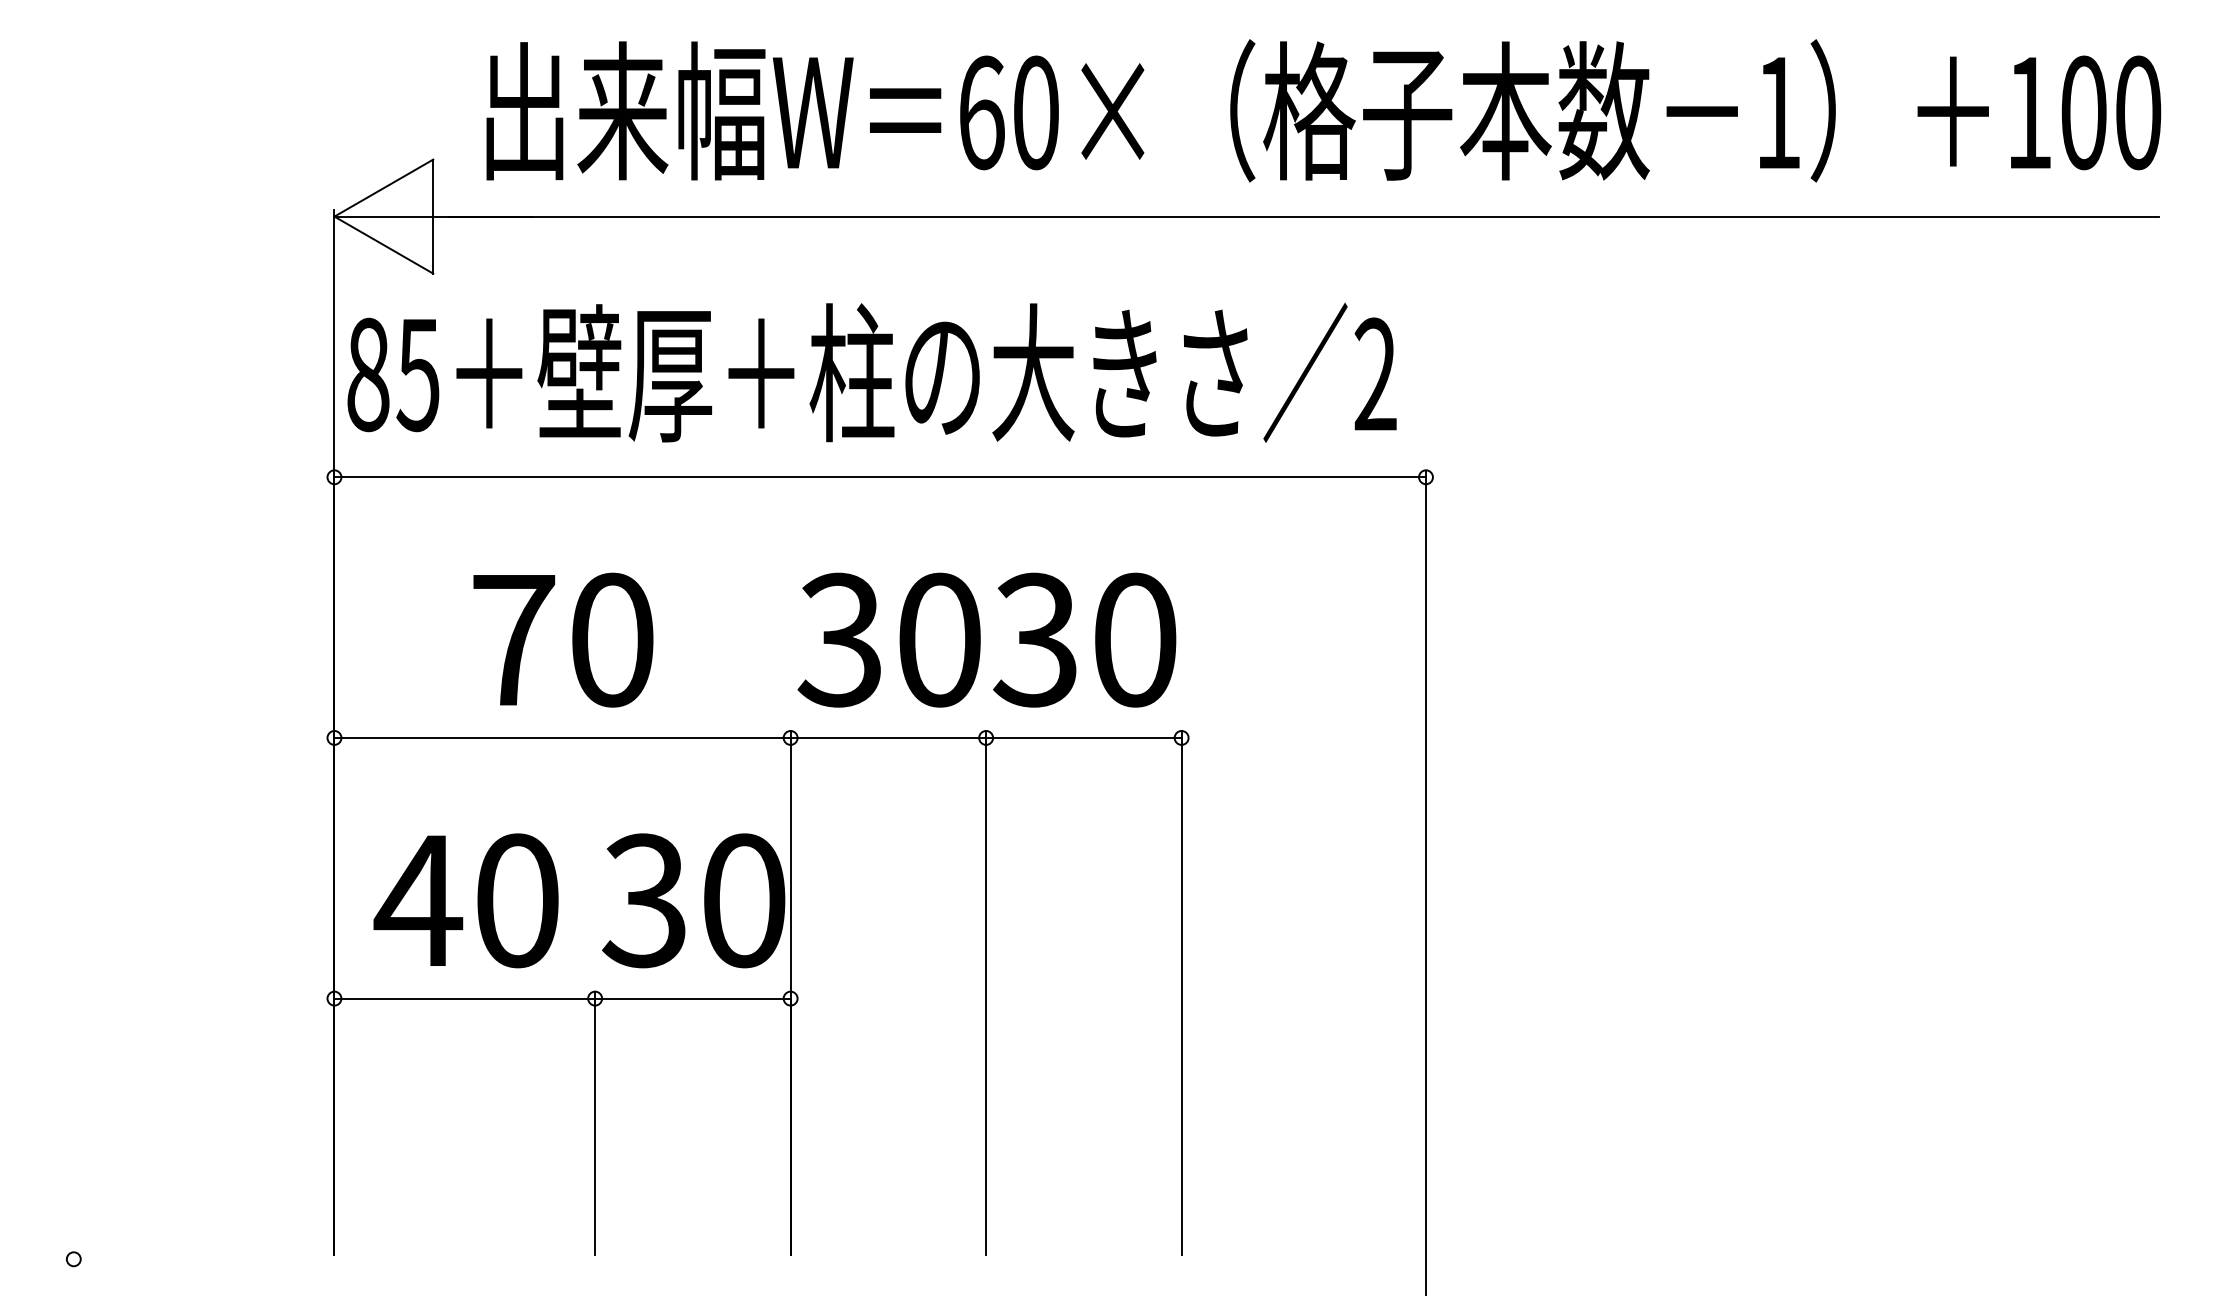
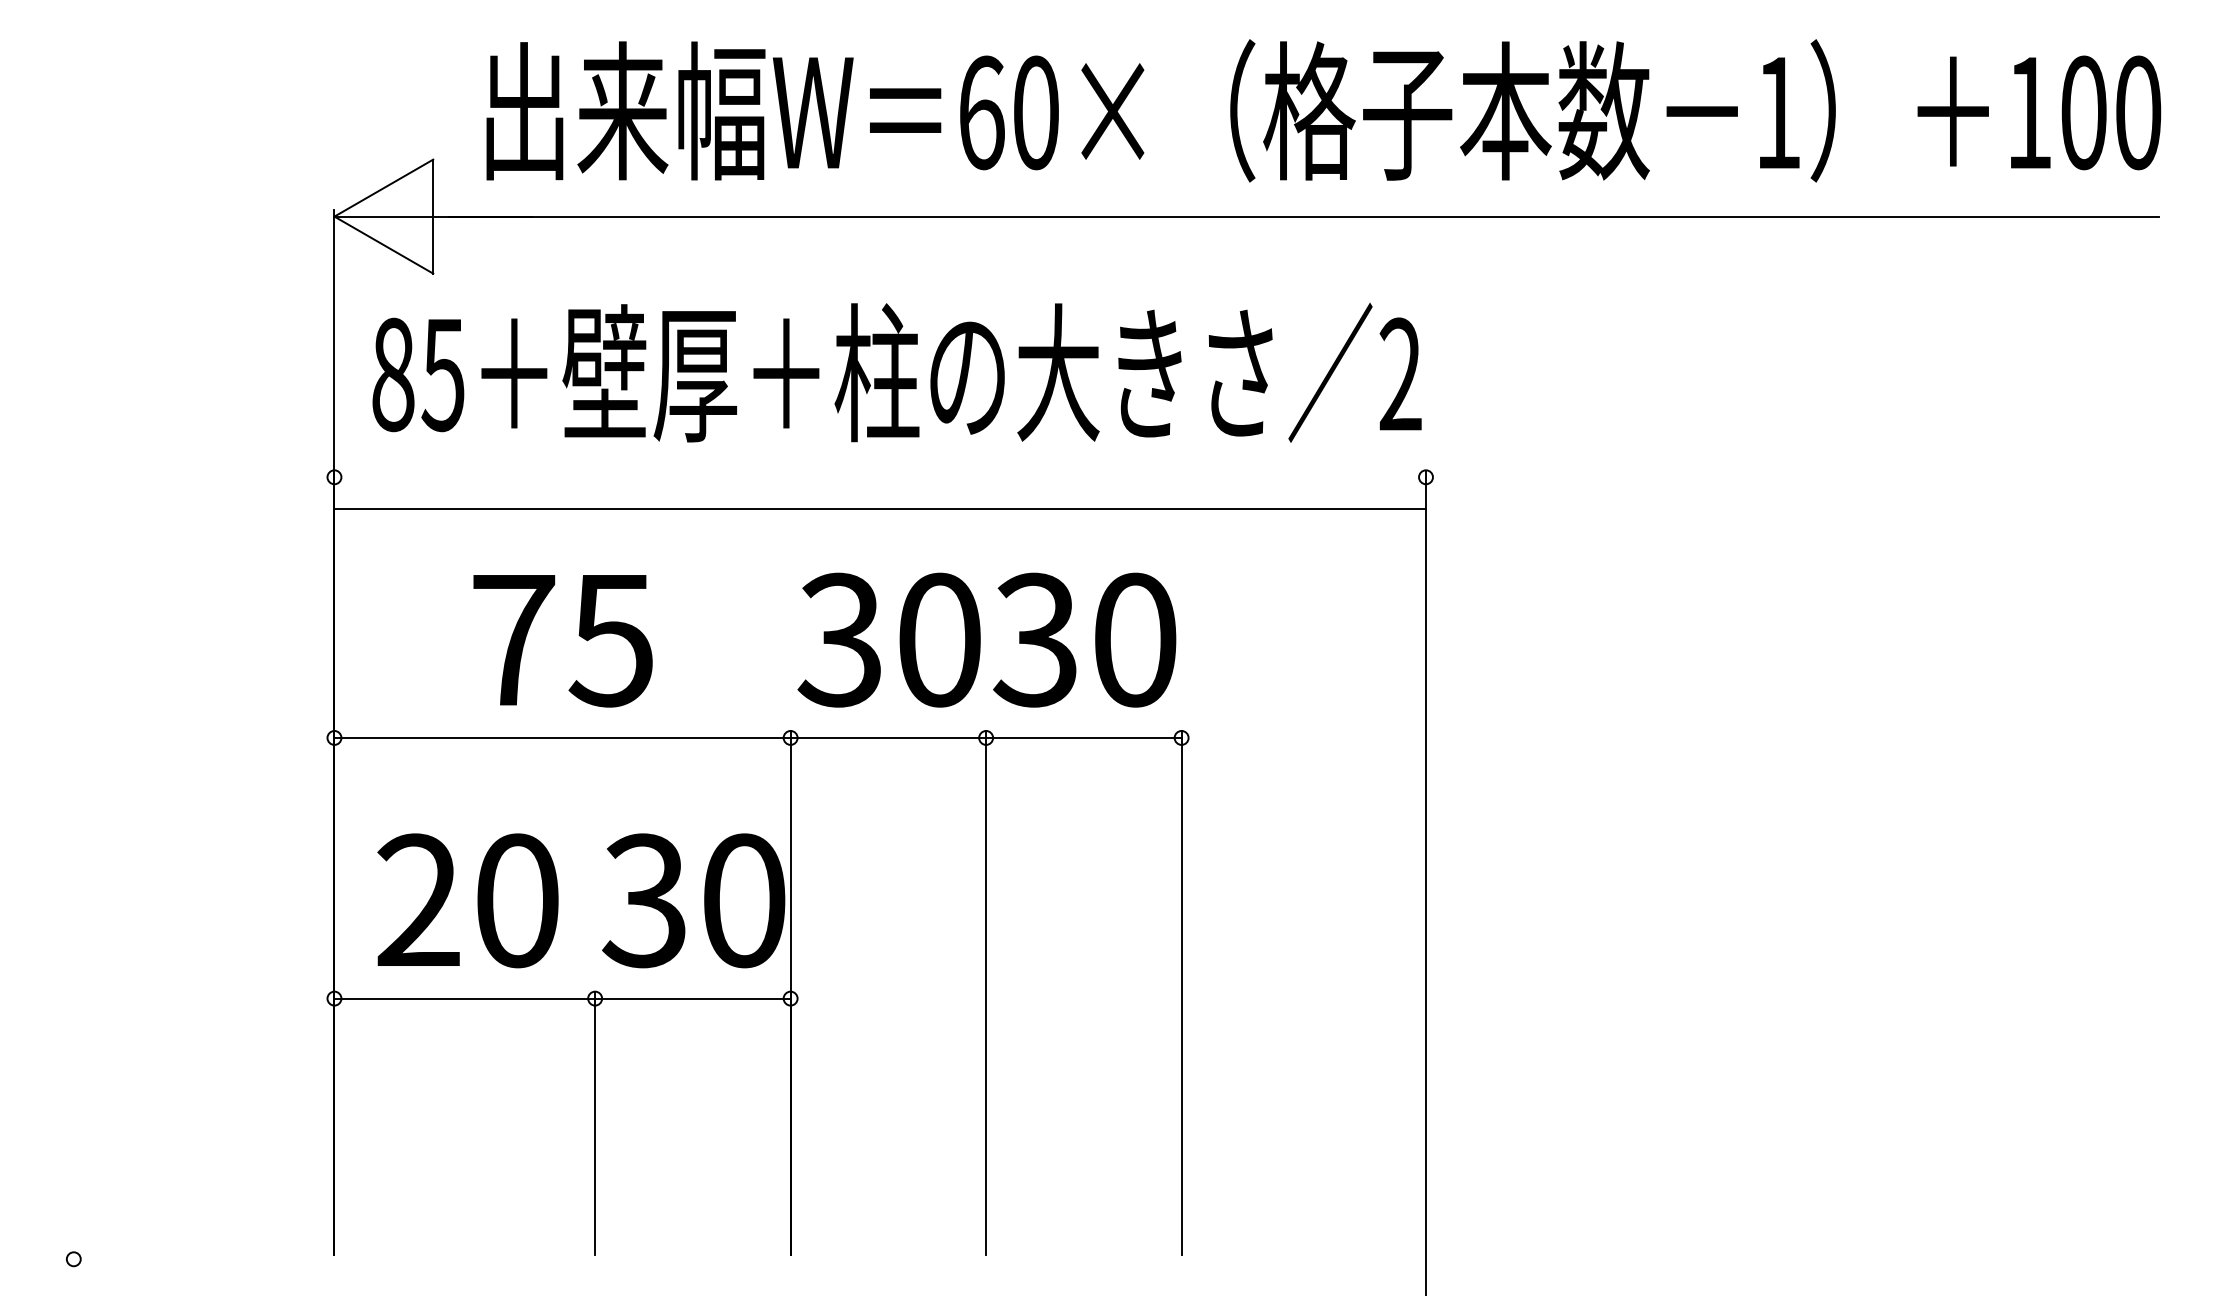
text at (871, 372) position: (871, 372) -> (896, 372)
line at (880, 477) position: (880, 477) -> (880, 509)
text at (610, 639): 70 -> 75
text at (418, 899): 40 -> 20
